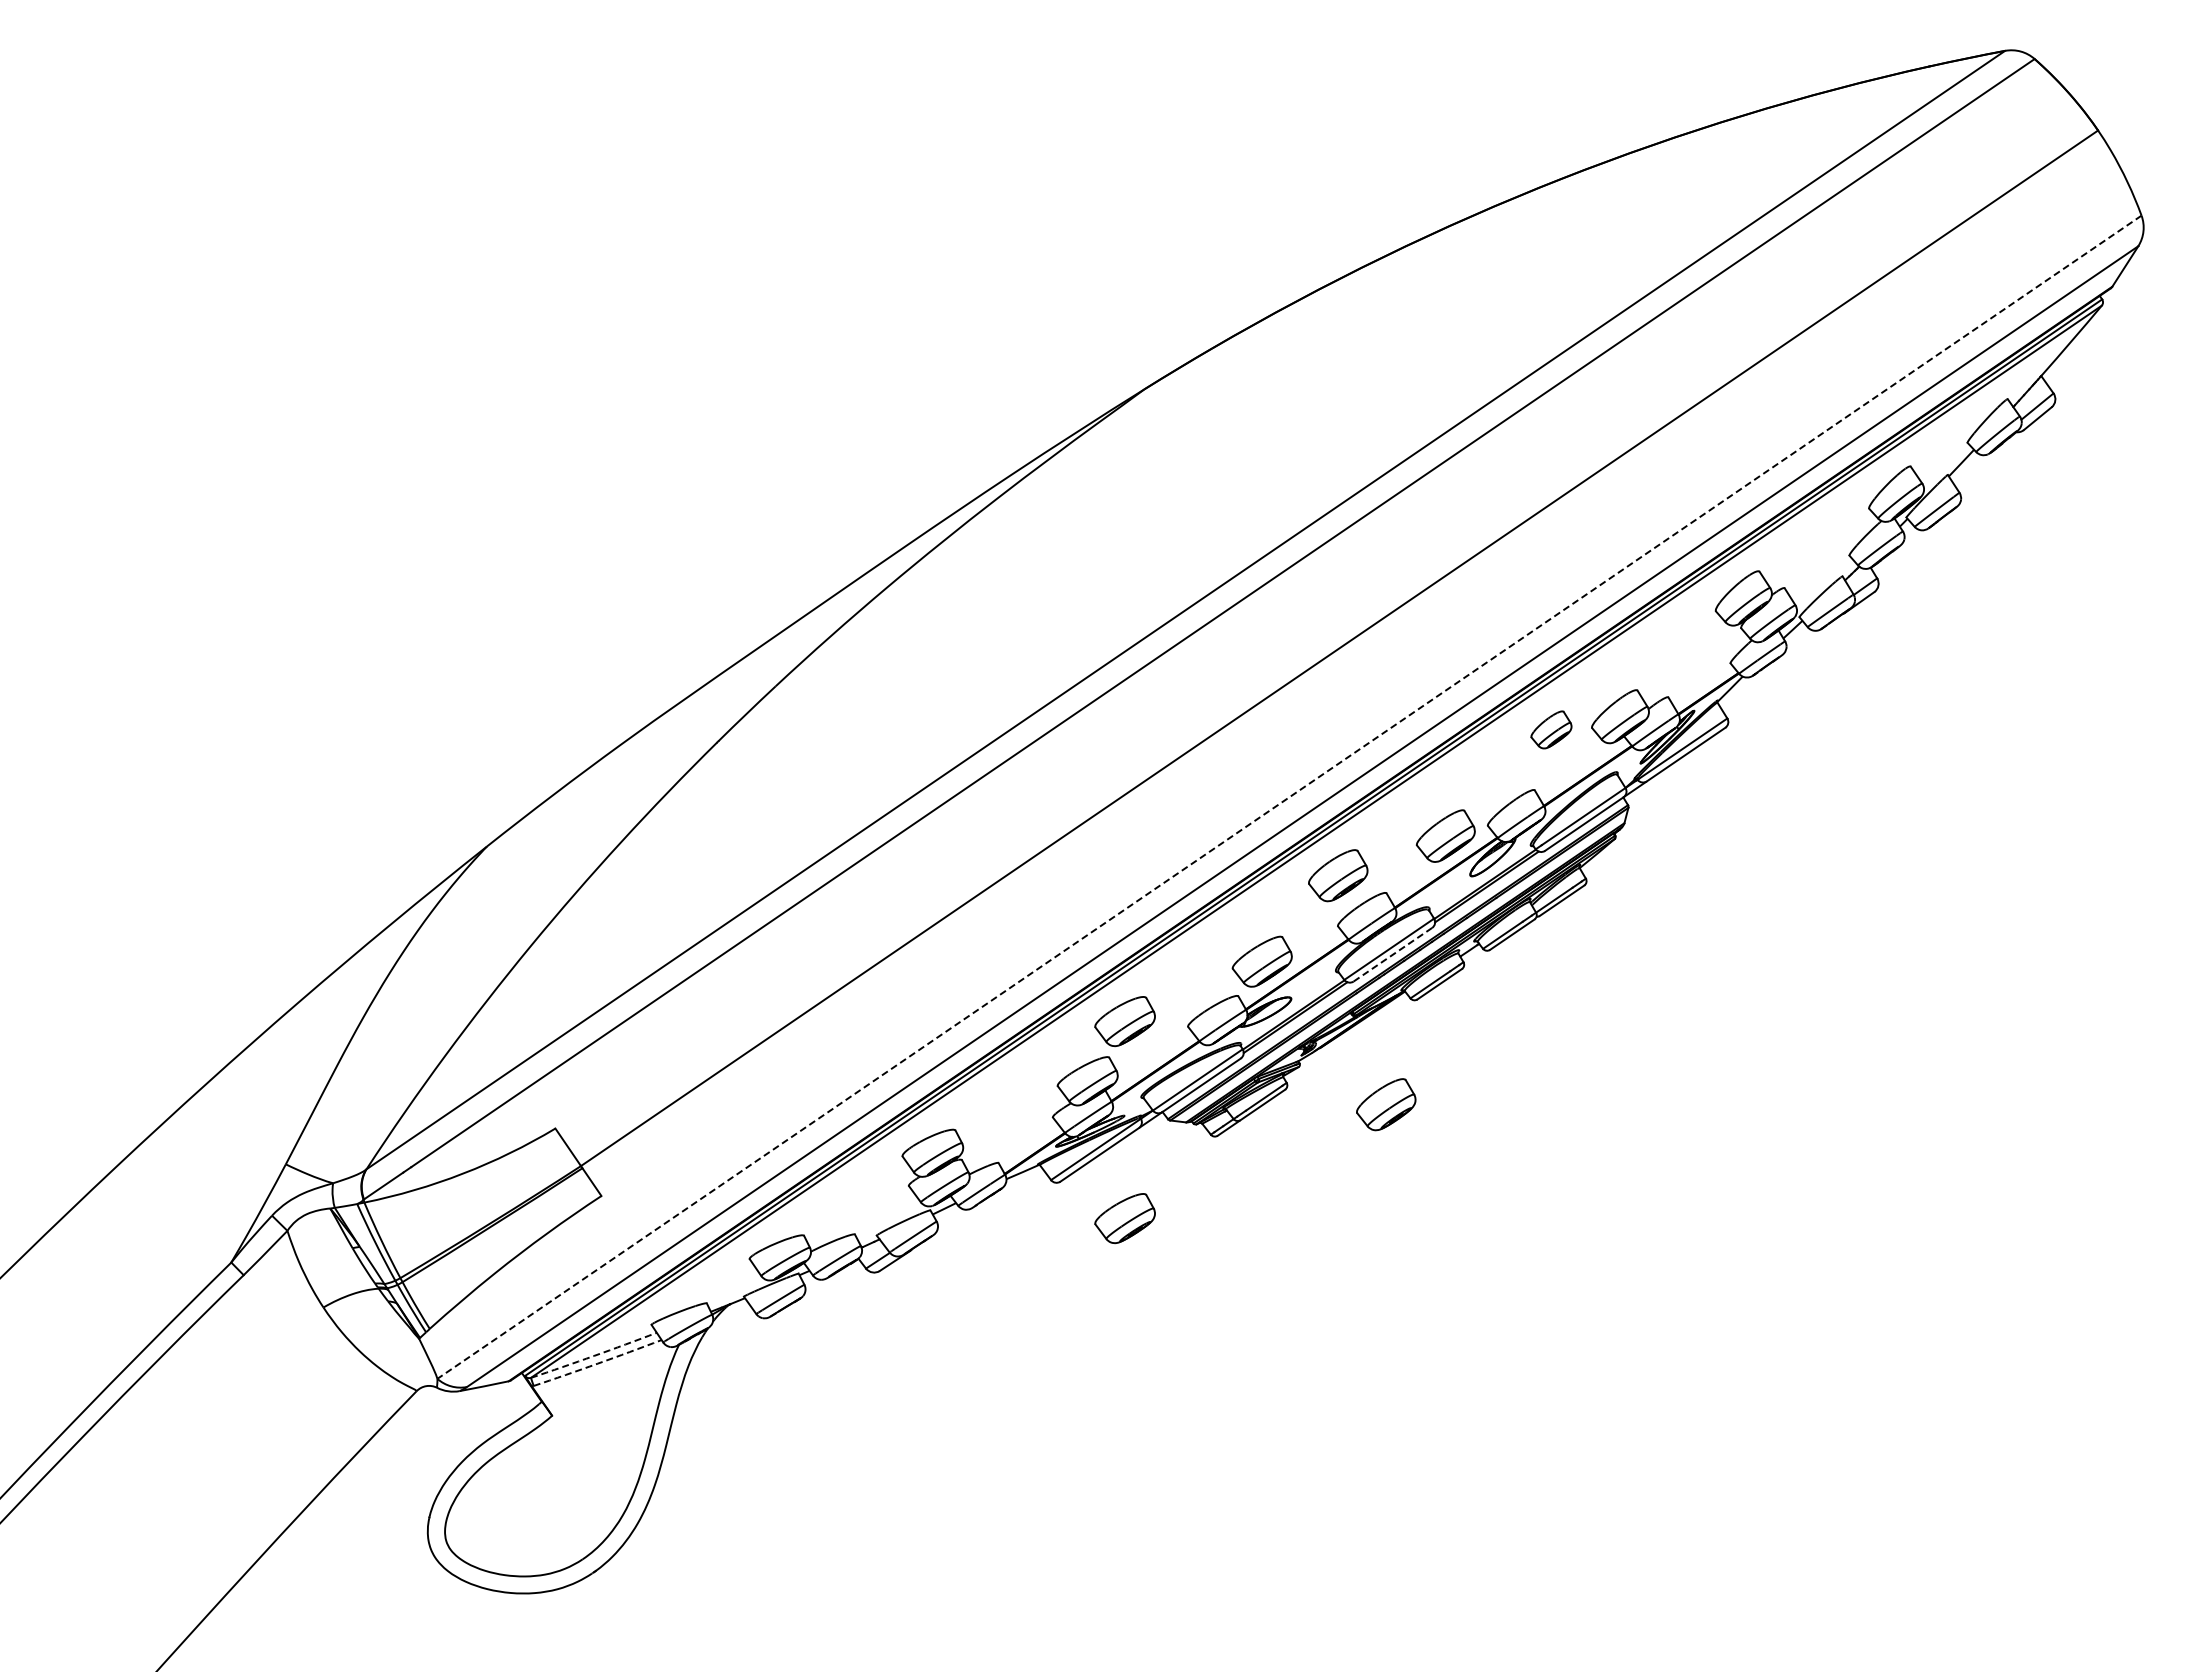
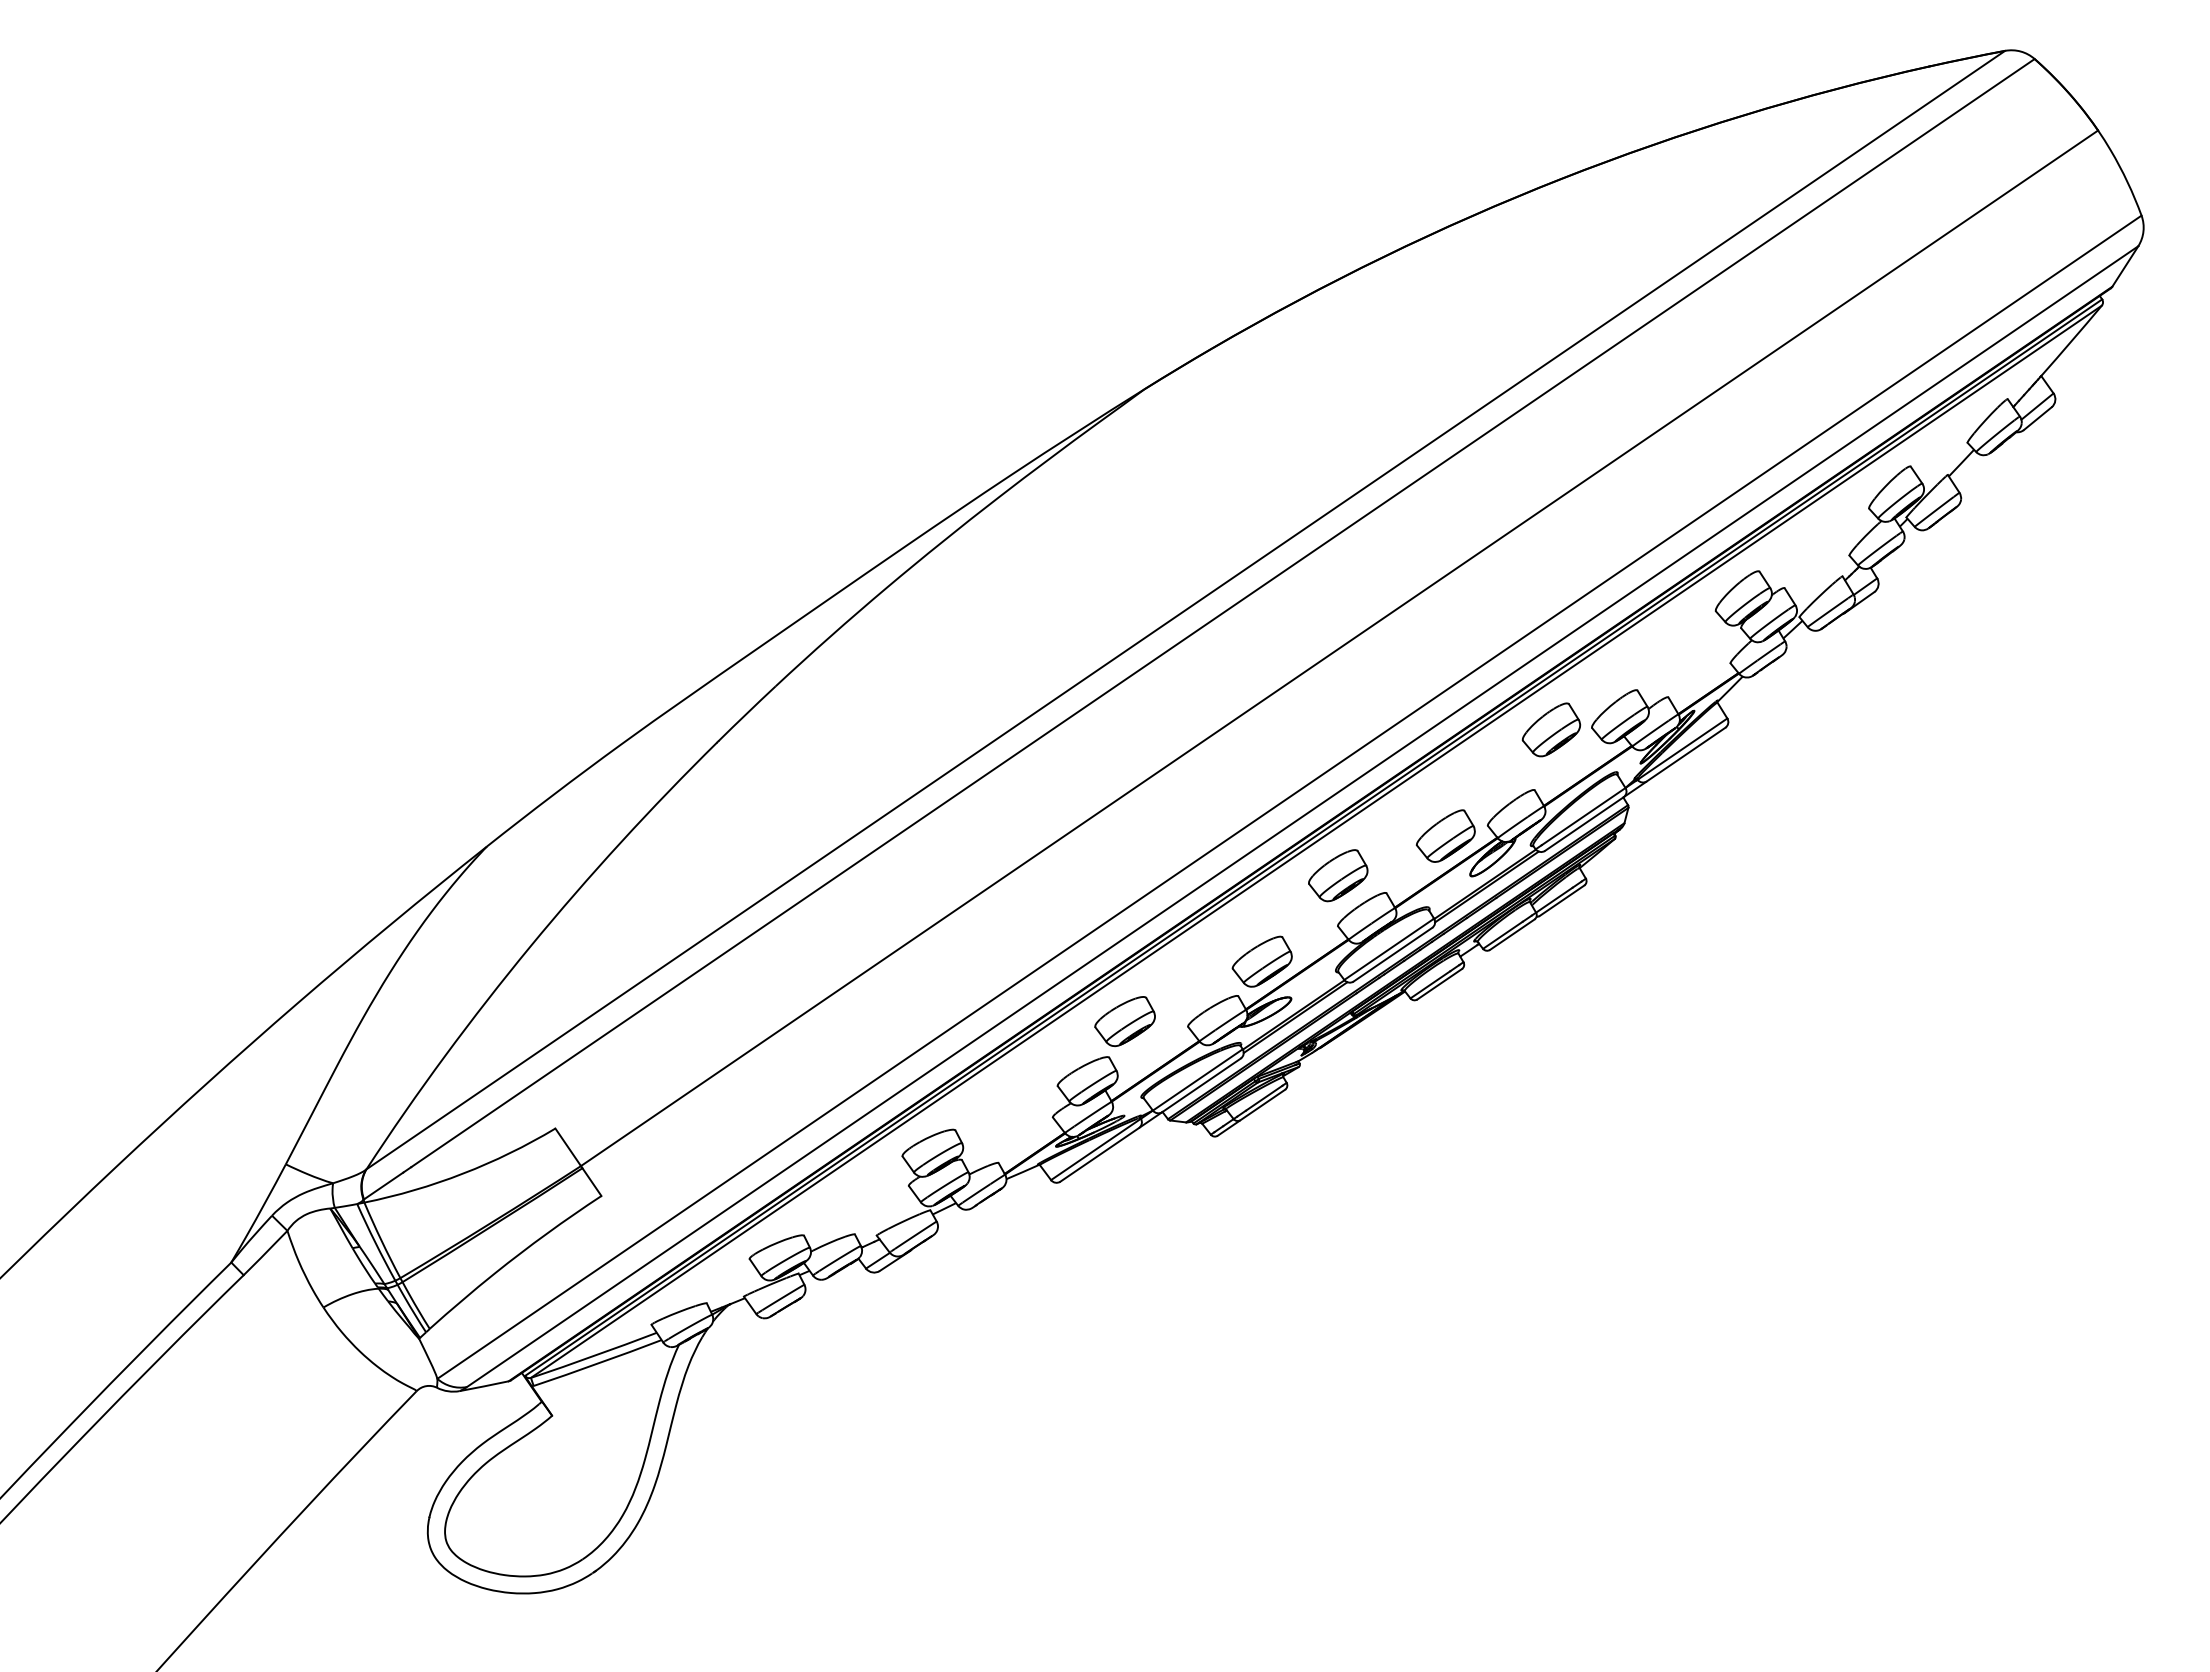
part at (1551, 729) size: 43x40 px -> 61x56 px
line at (1289, 797): dashed -> solid
line at (1392, 954): dashed -> solid
part at (1386, 1104): present -> none
part at (1124, 1218): present -> none
arc at (594, 1355): dashed -> solid
arc at (597, 1363): dashed -> solid
